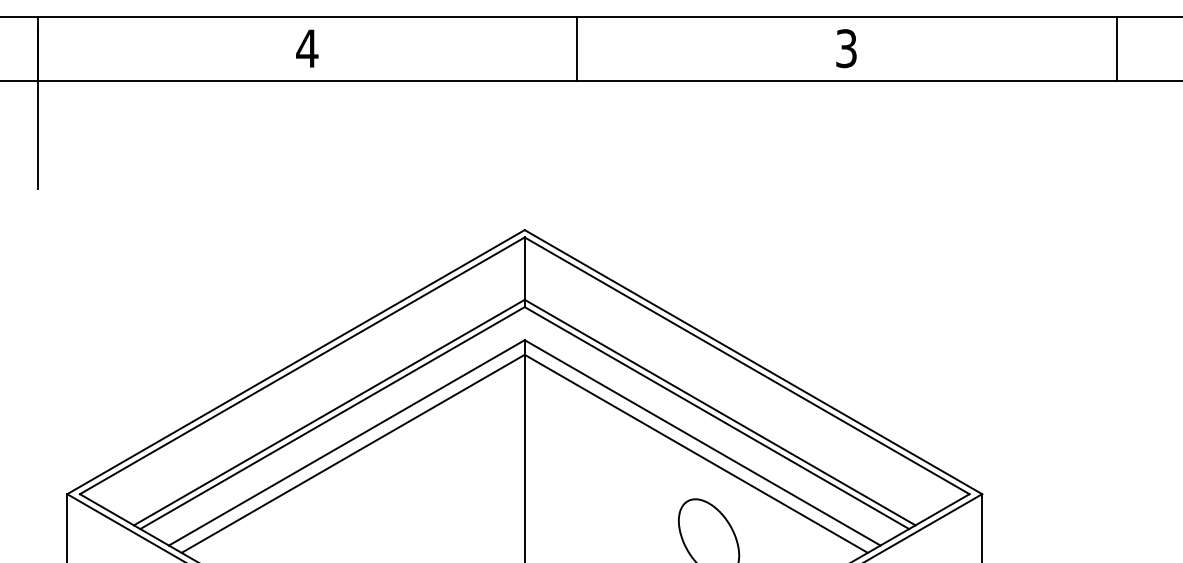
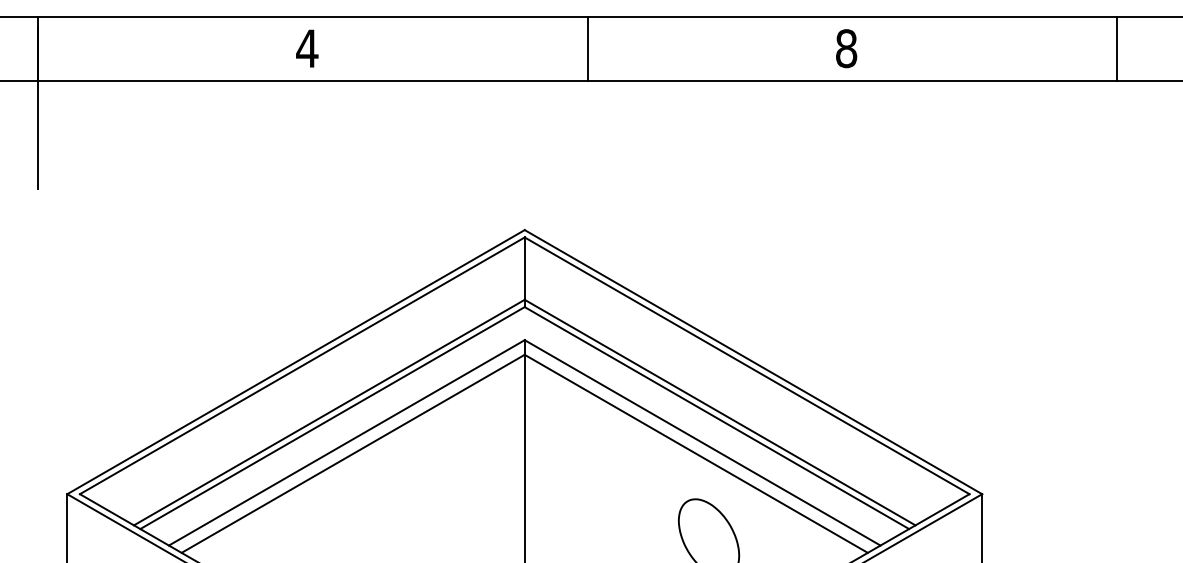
line at (577, 48) position: (577, 48) -> (588, 48)
text at (846, 48): 3 -> 8
